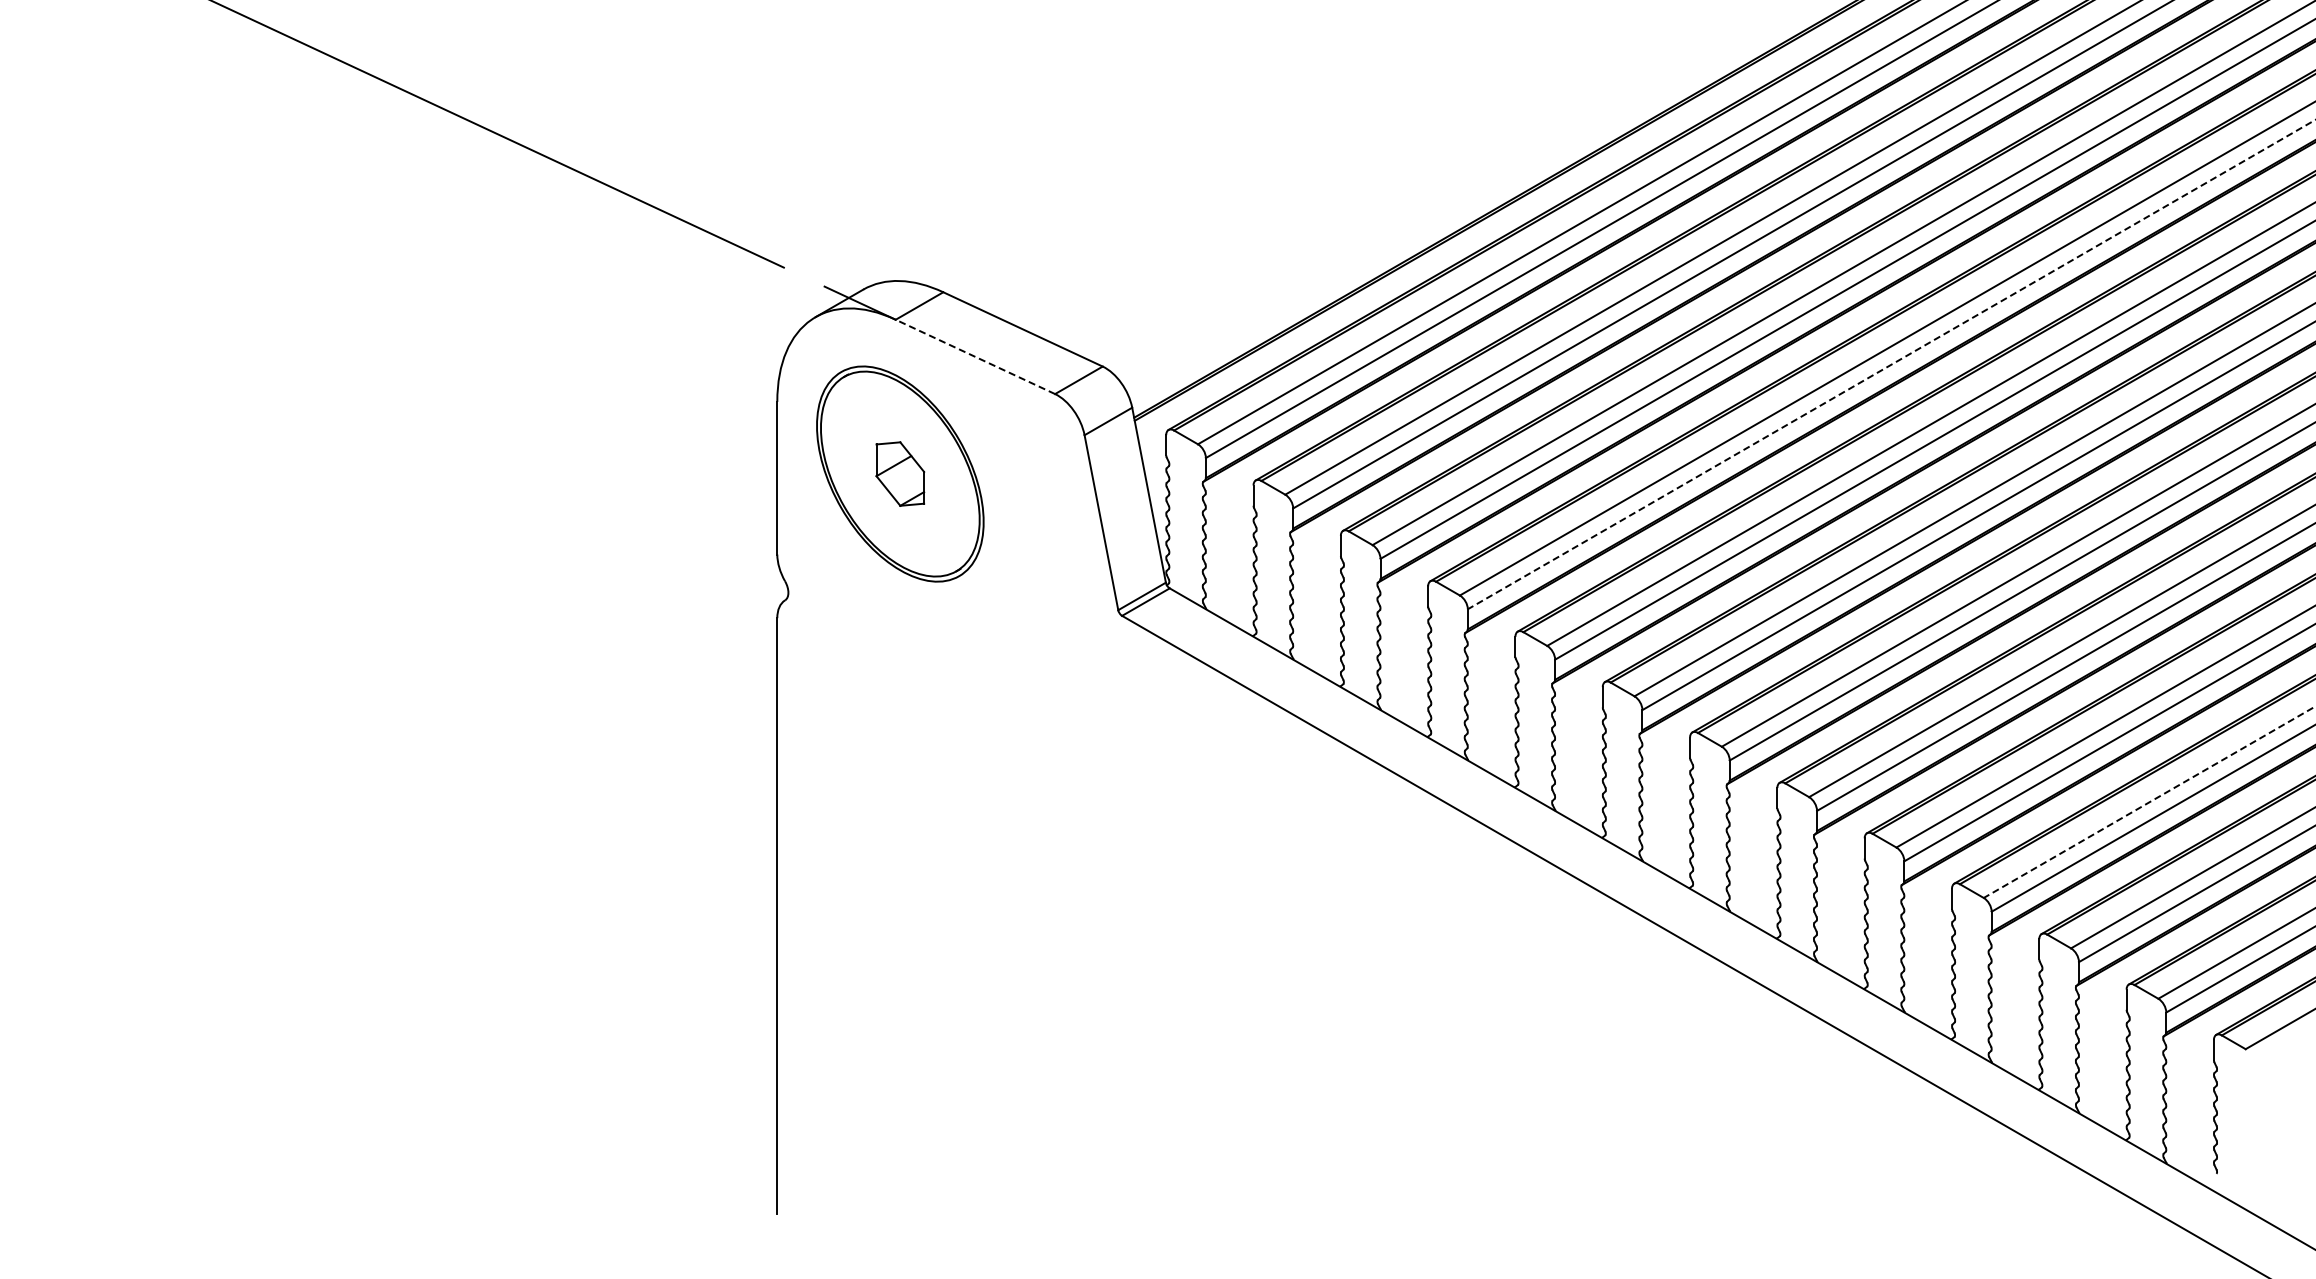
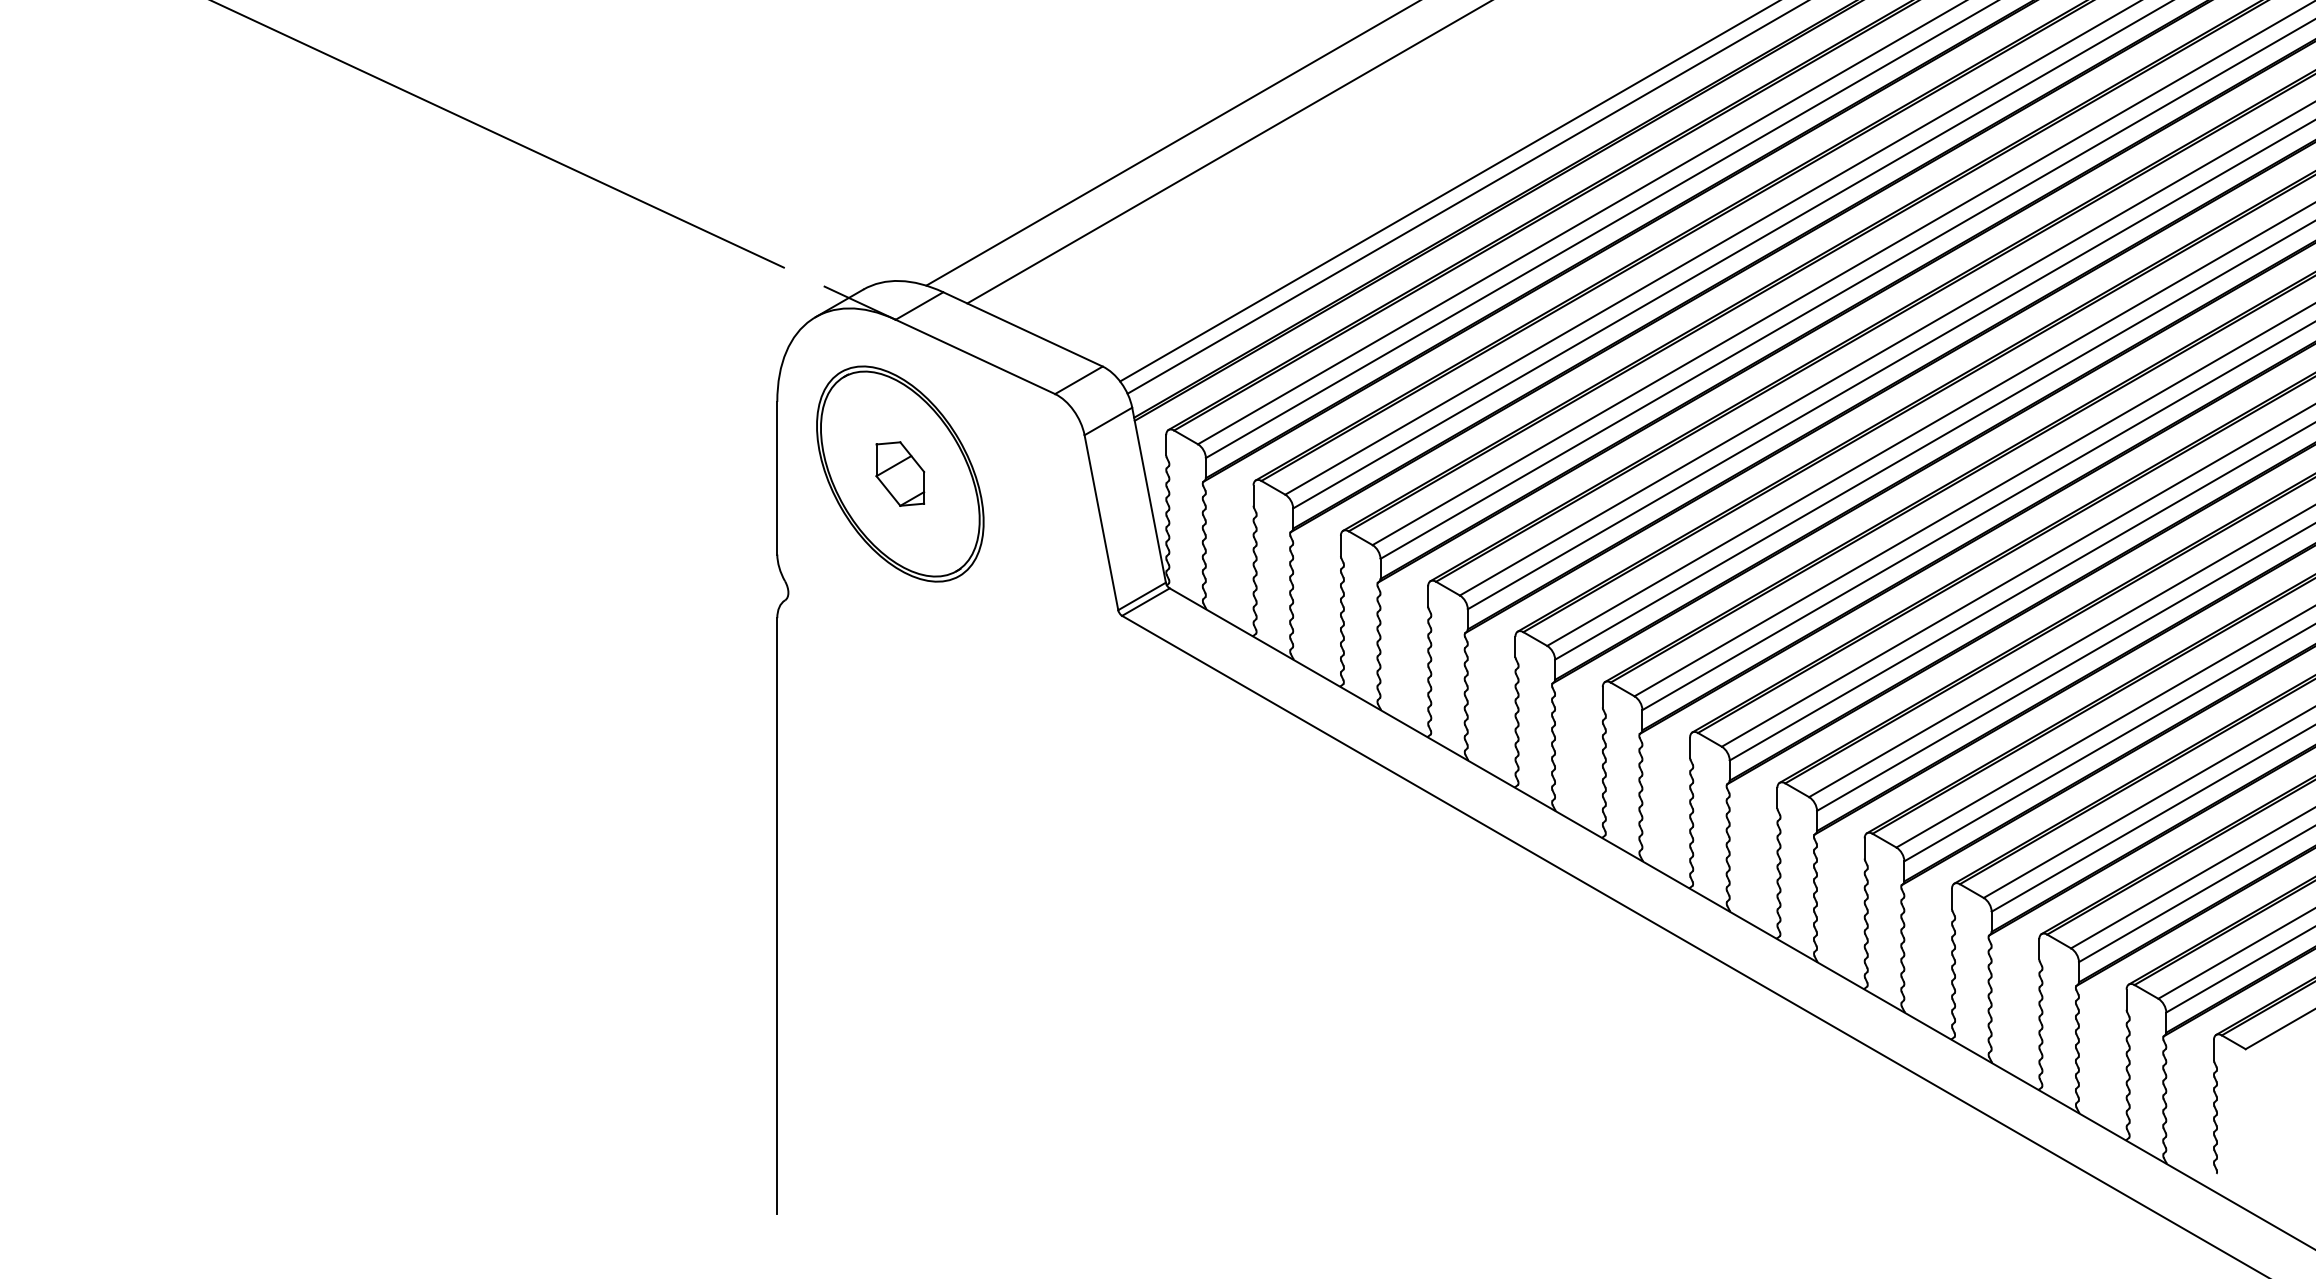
line at (1171, 143): none -> present
line at (1227, 152): none -> present
line at (1448, 191): none -> present
line at (1466, 197): none -> present
line at (975, 356): dashed -> solid
line at (1891, 364): dashed -> solid
line at (2149, 802): dashed -> solid
